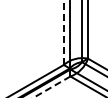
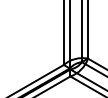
line at (63, 32): dashed -> solid
line at (51, 87): dashed -> solid
